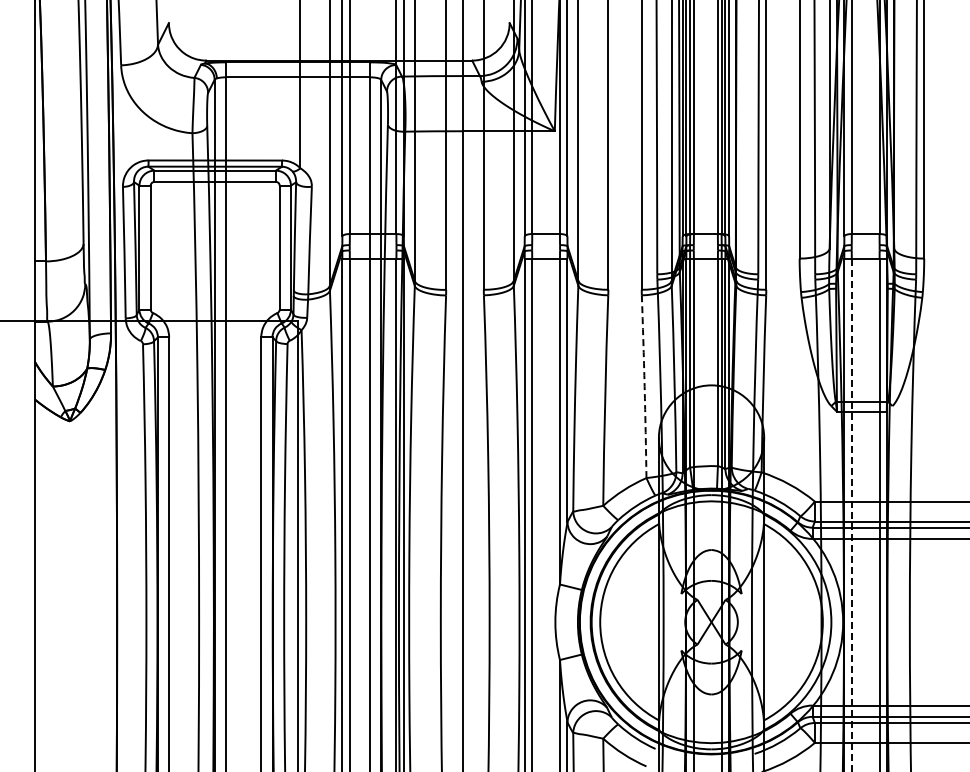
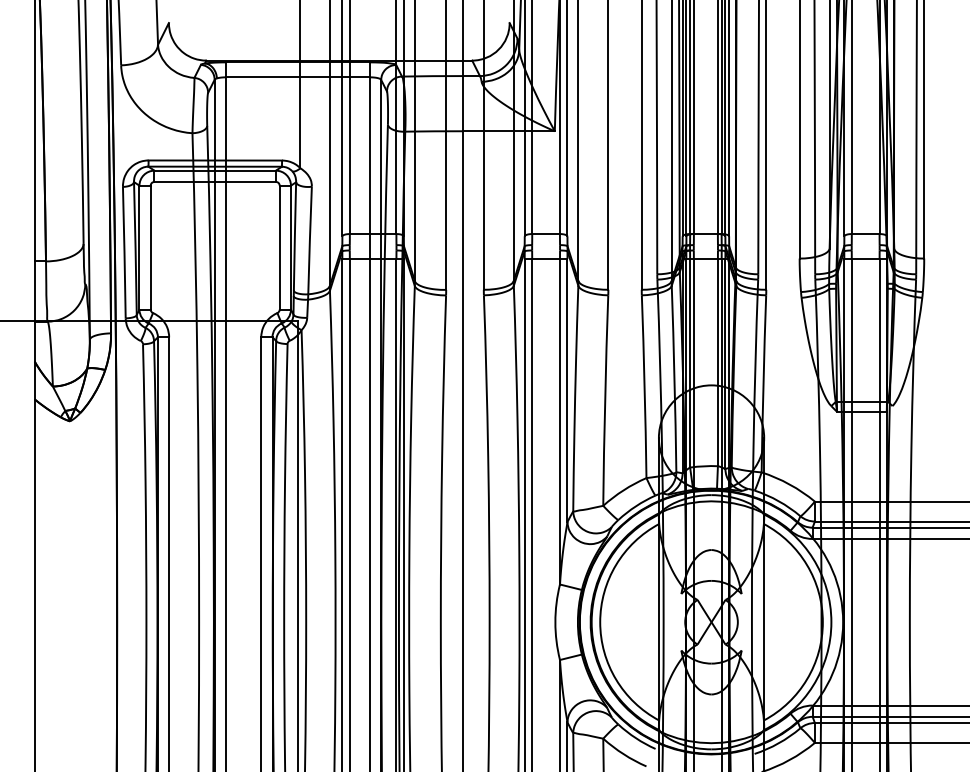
arc at (644, 386): dashed -> solid
line at (851, 515): dashed -> solid
